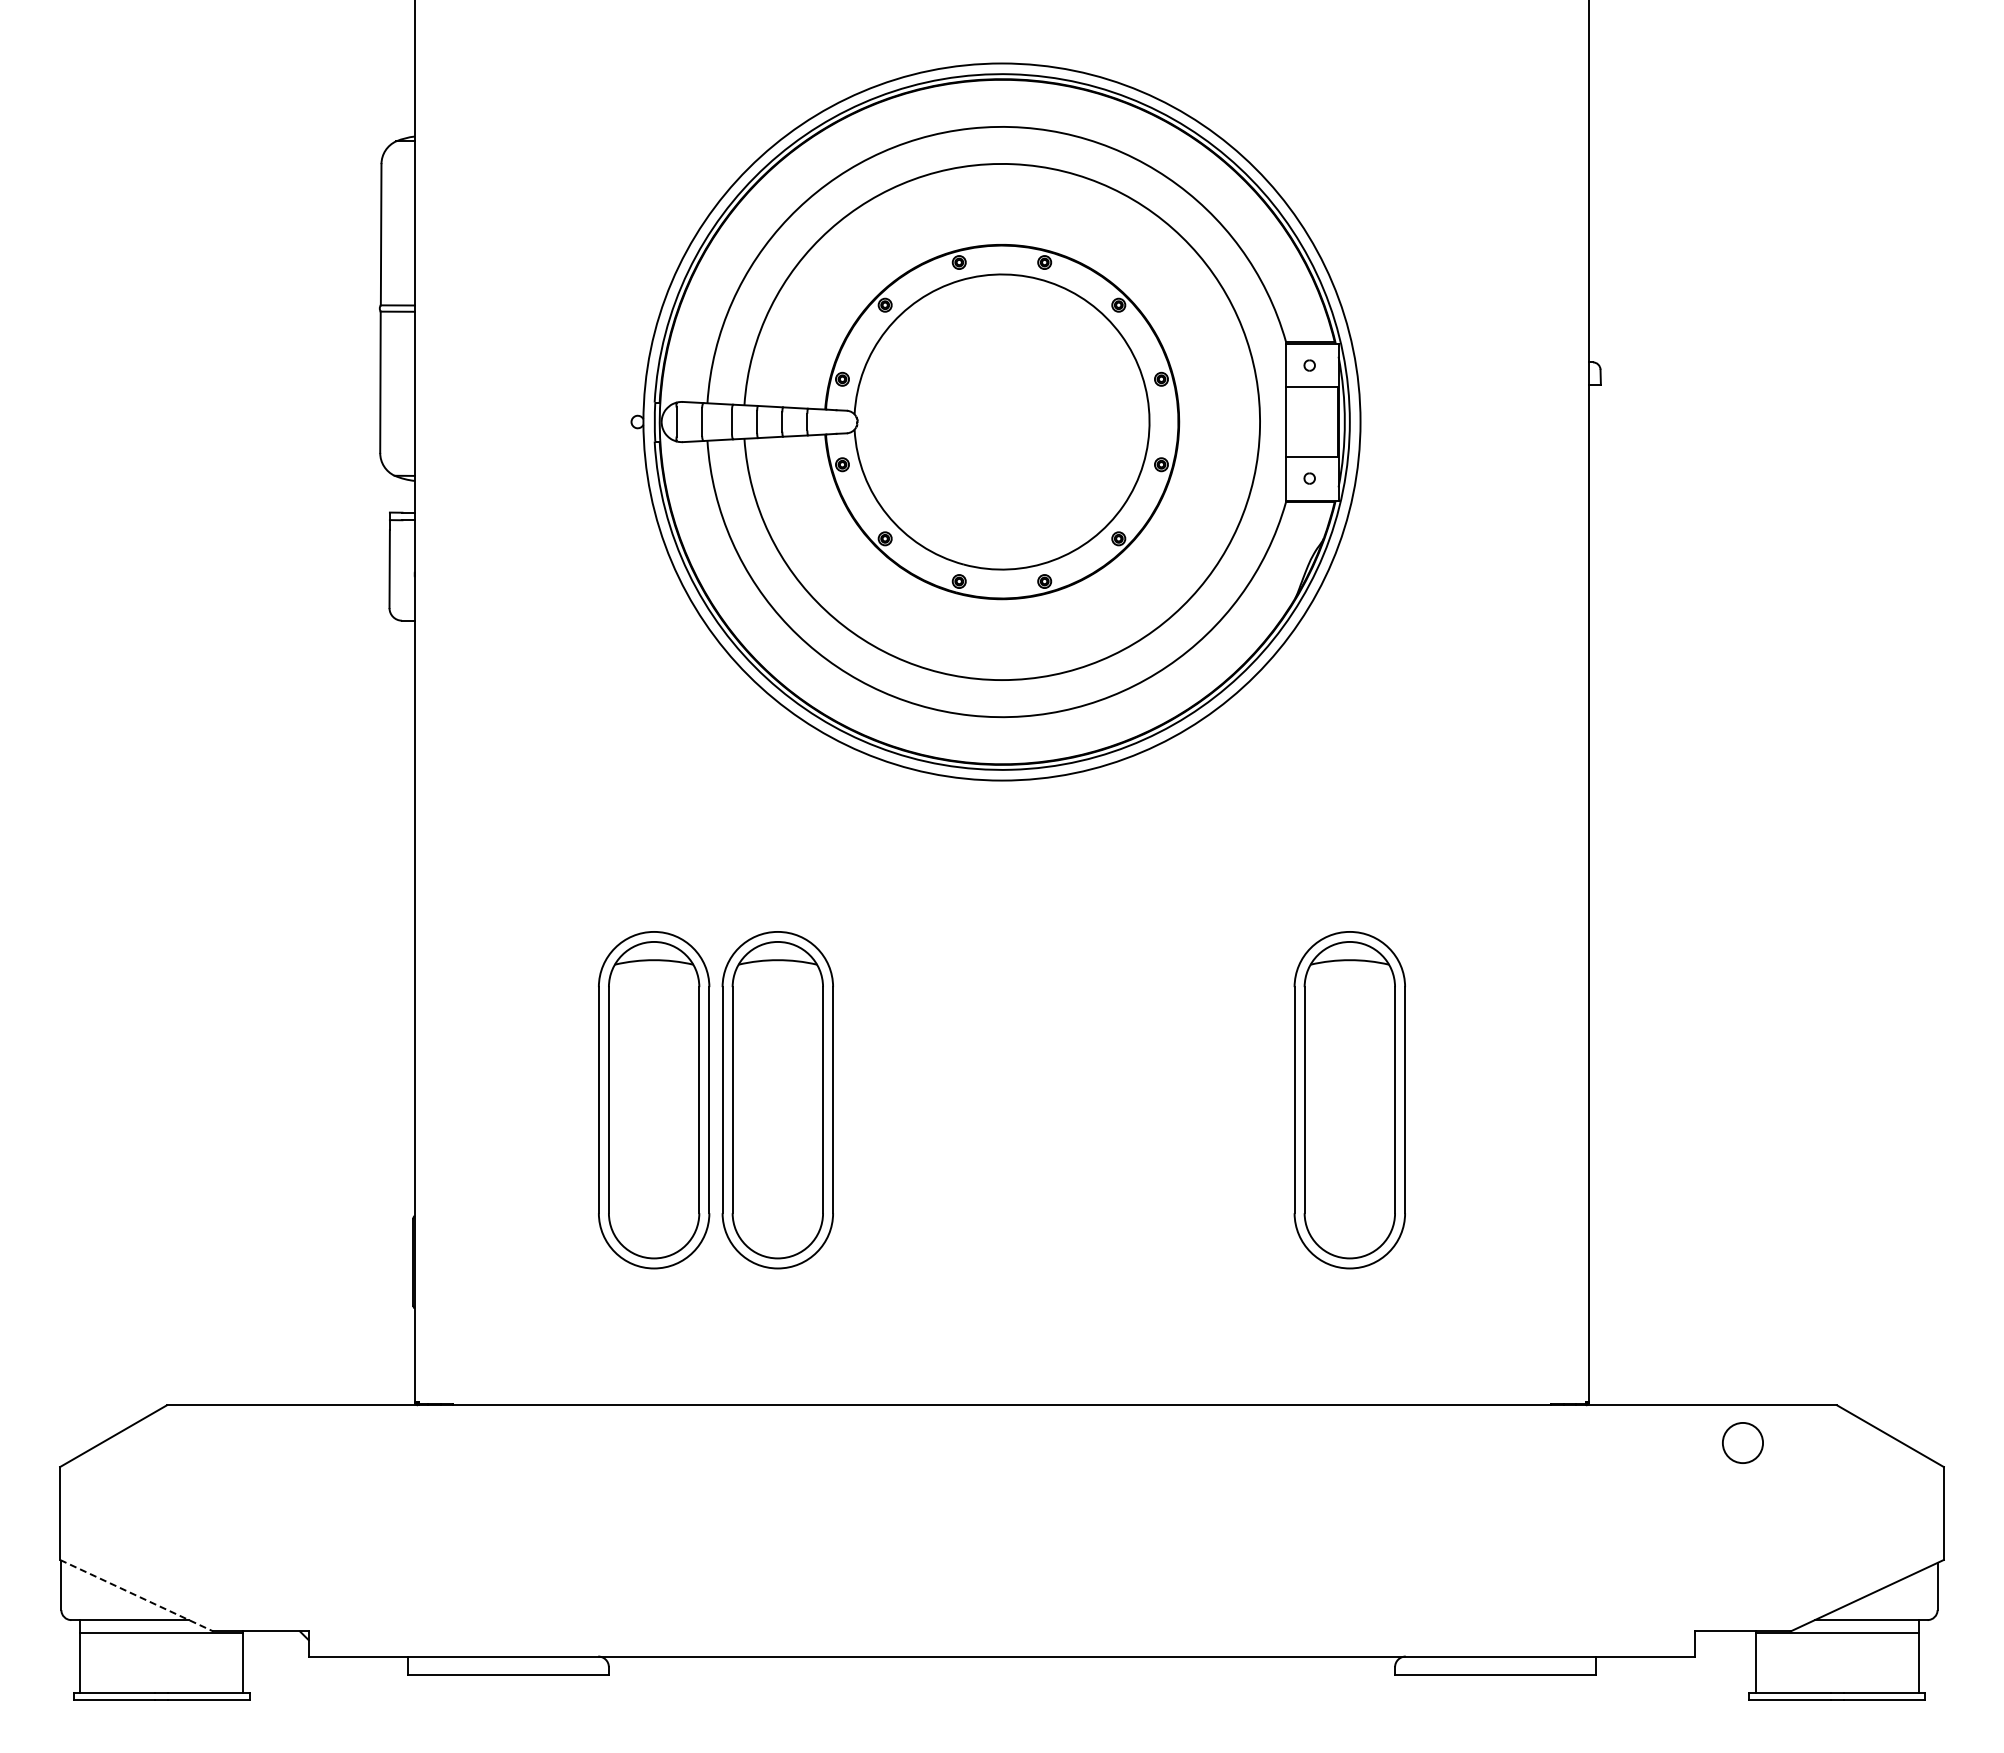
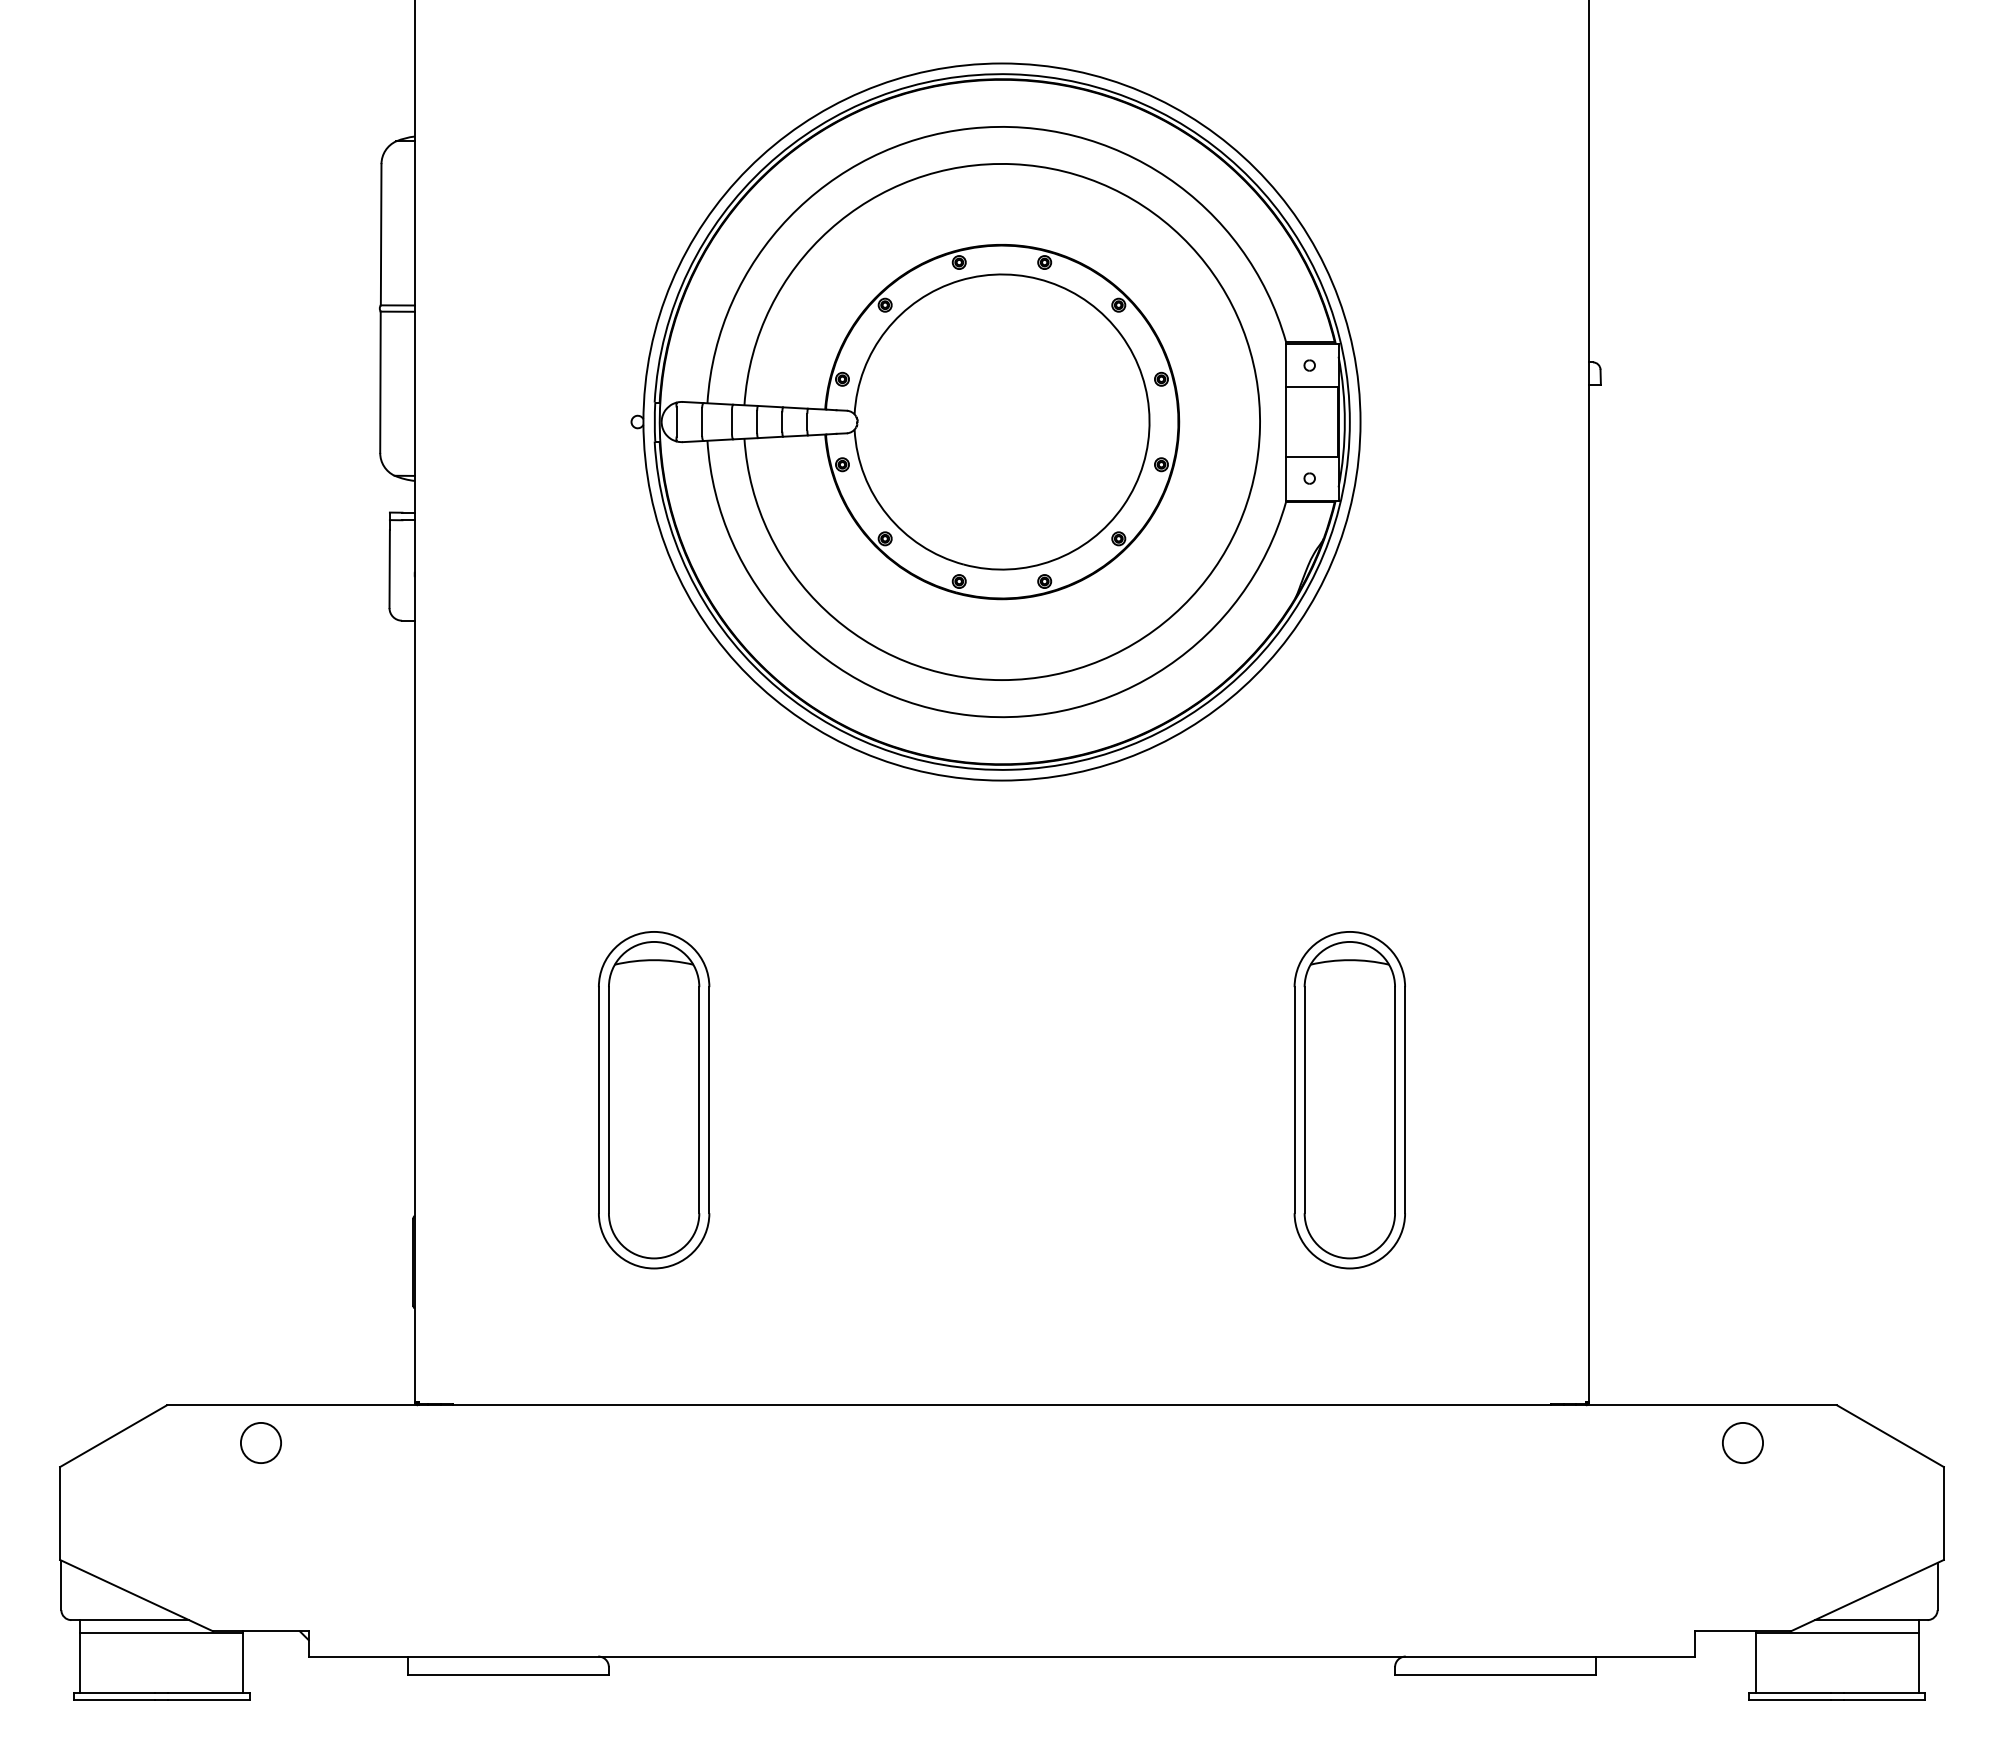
part at (777, 1100): present -> none
circle at (260, 1442): none -> present
line at (136, 1595): dashed -> solid
